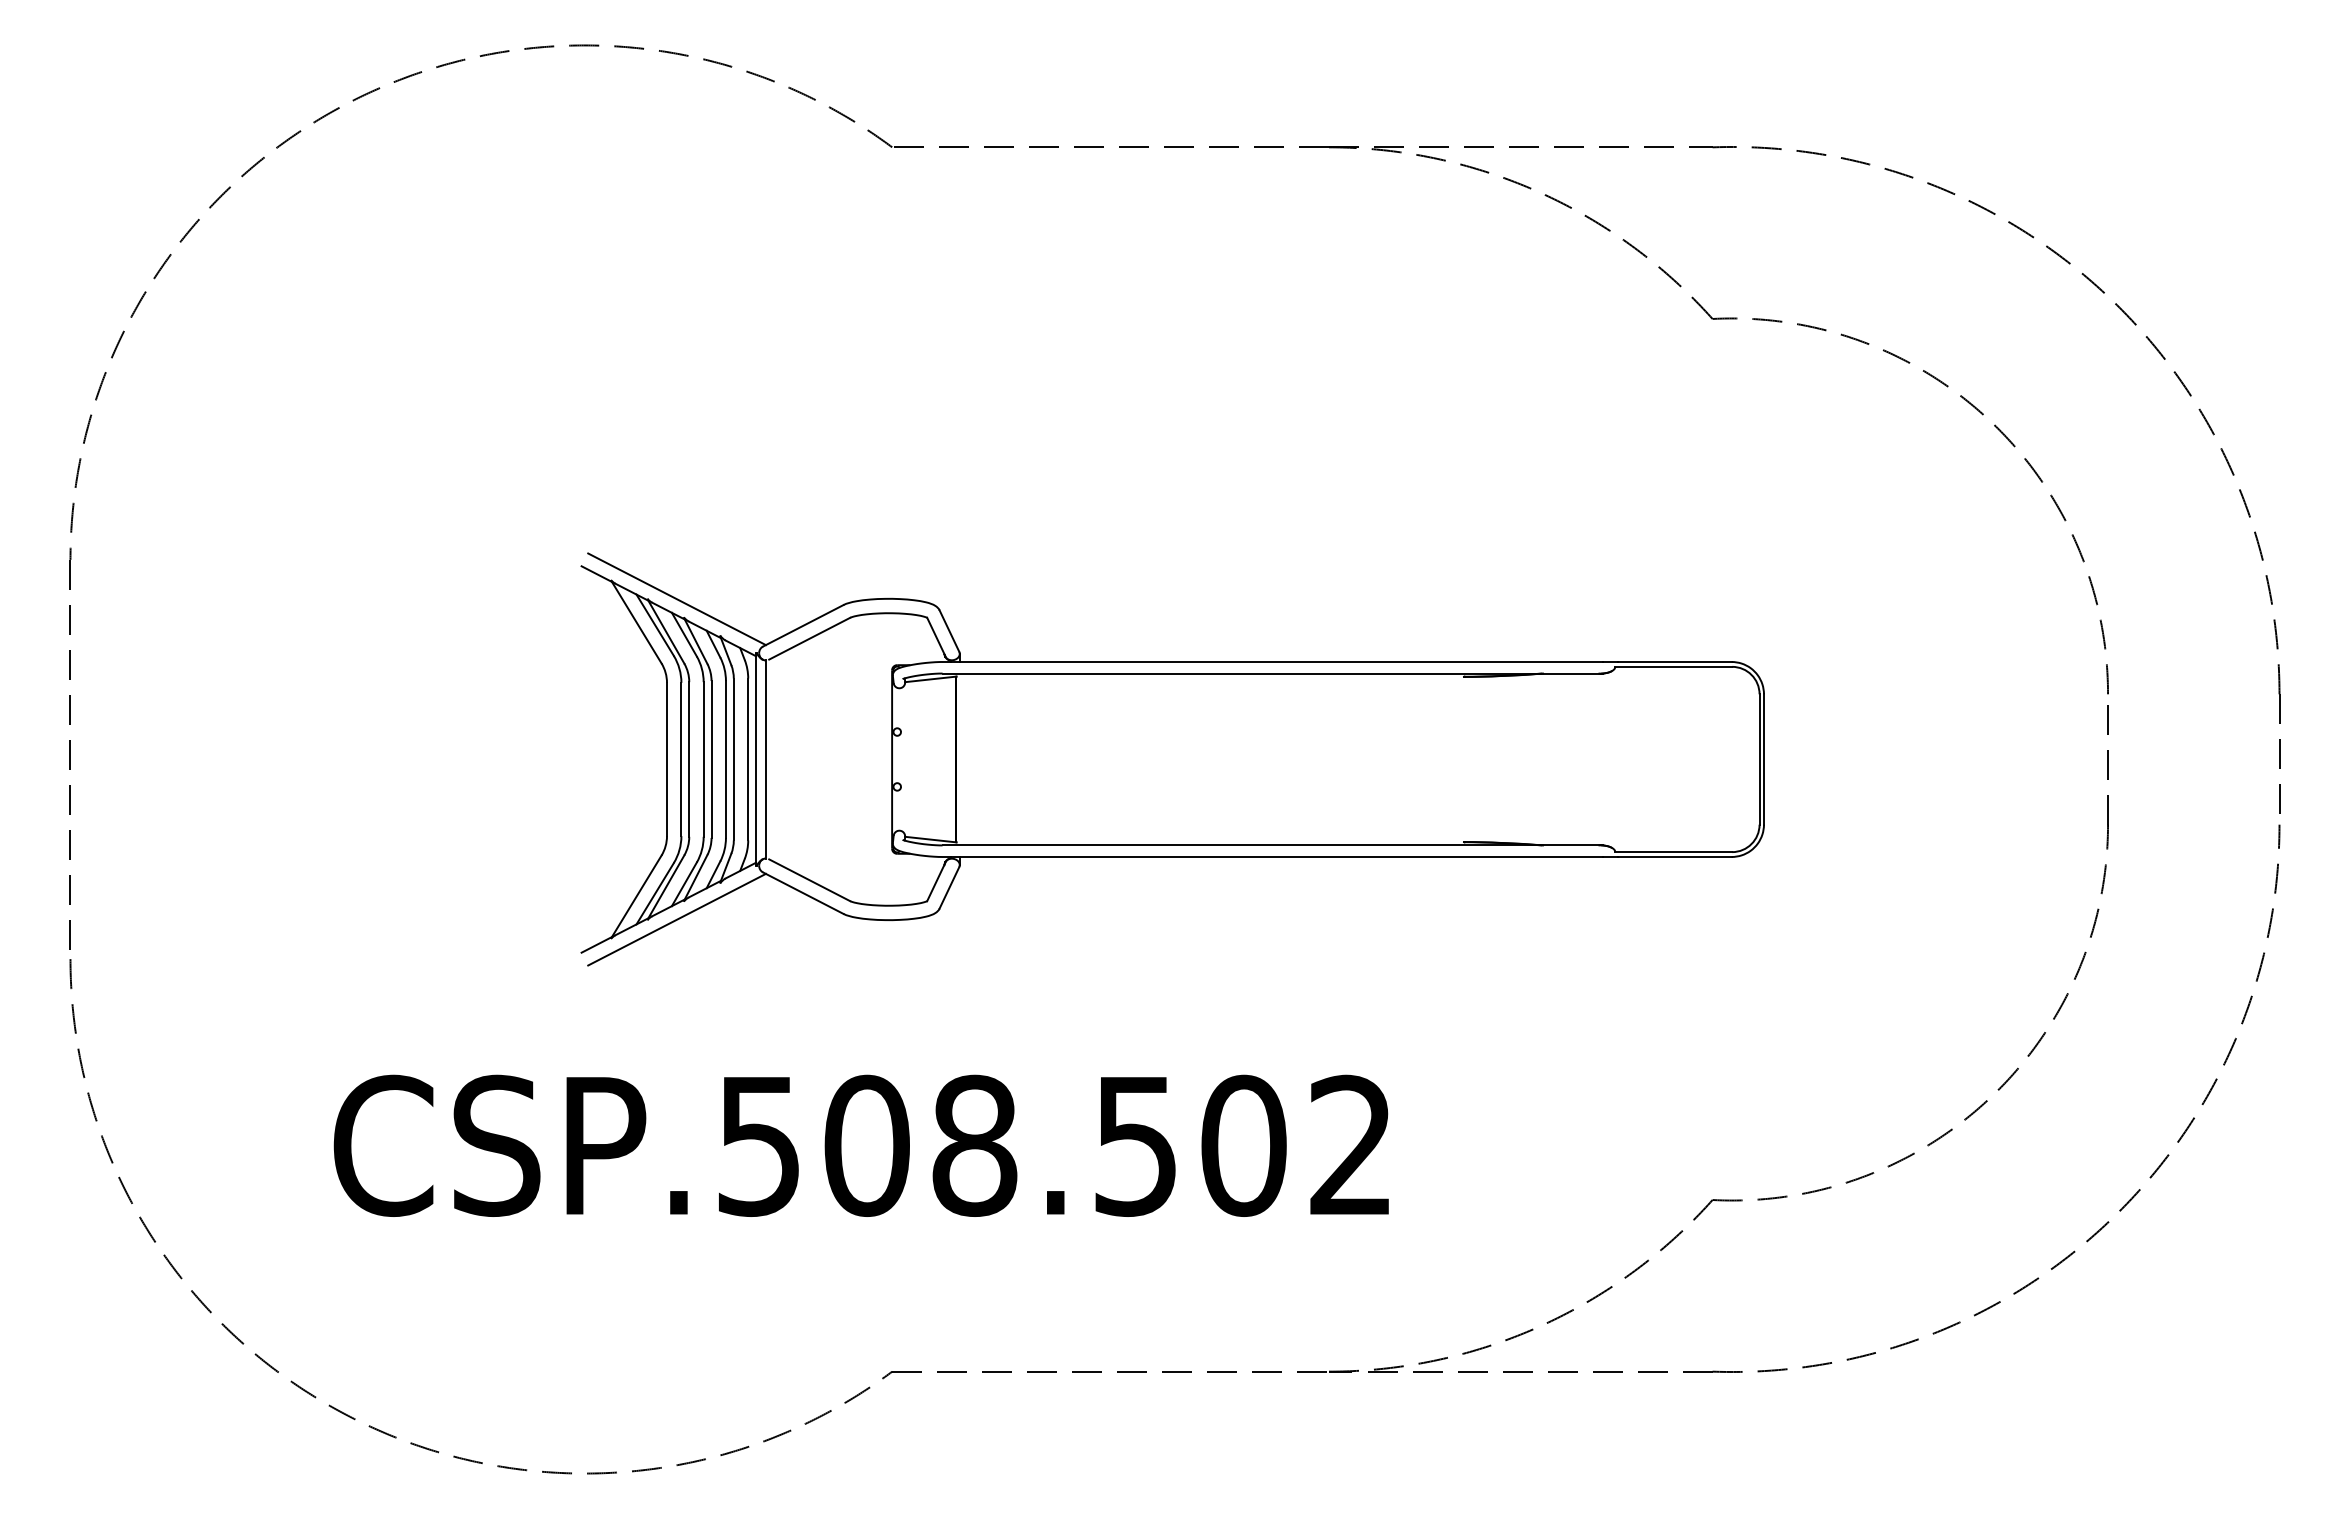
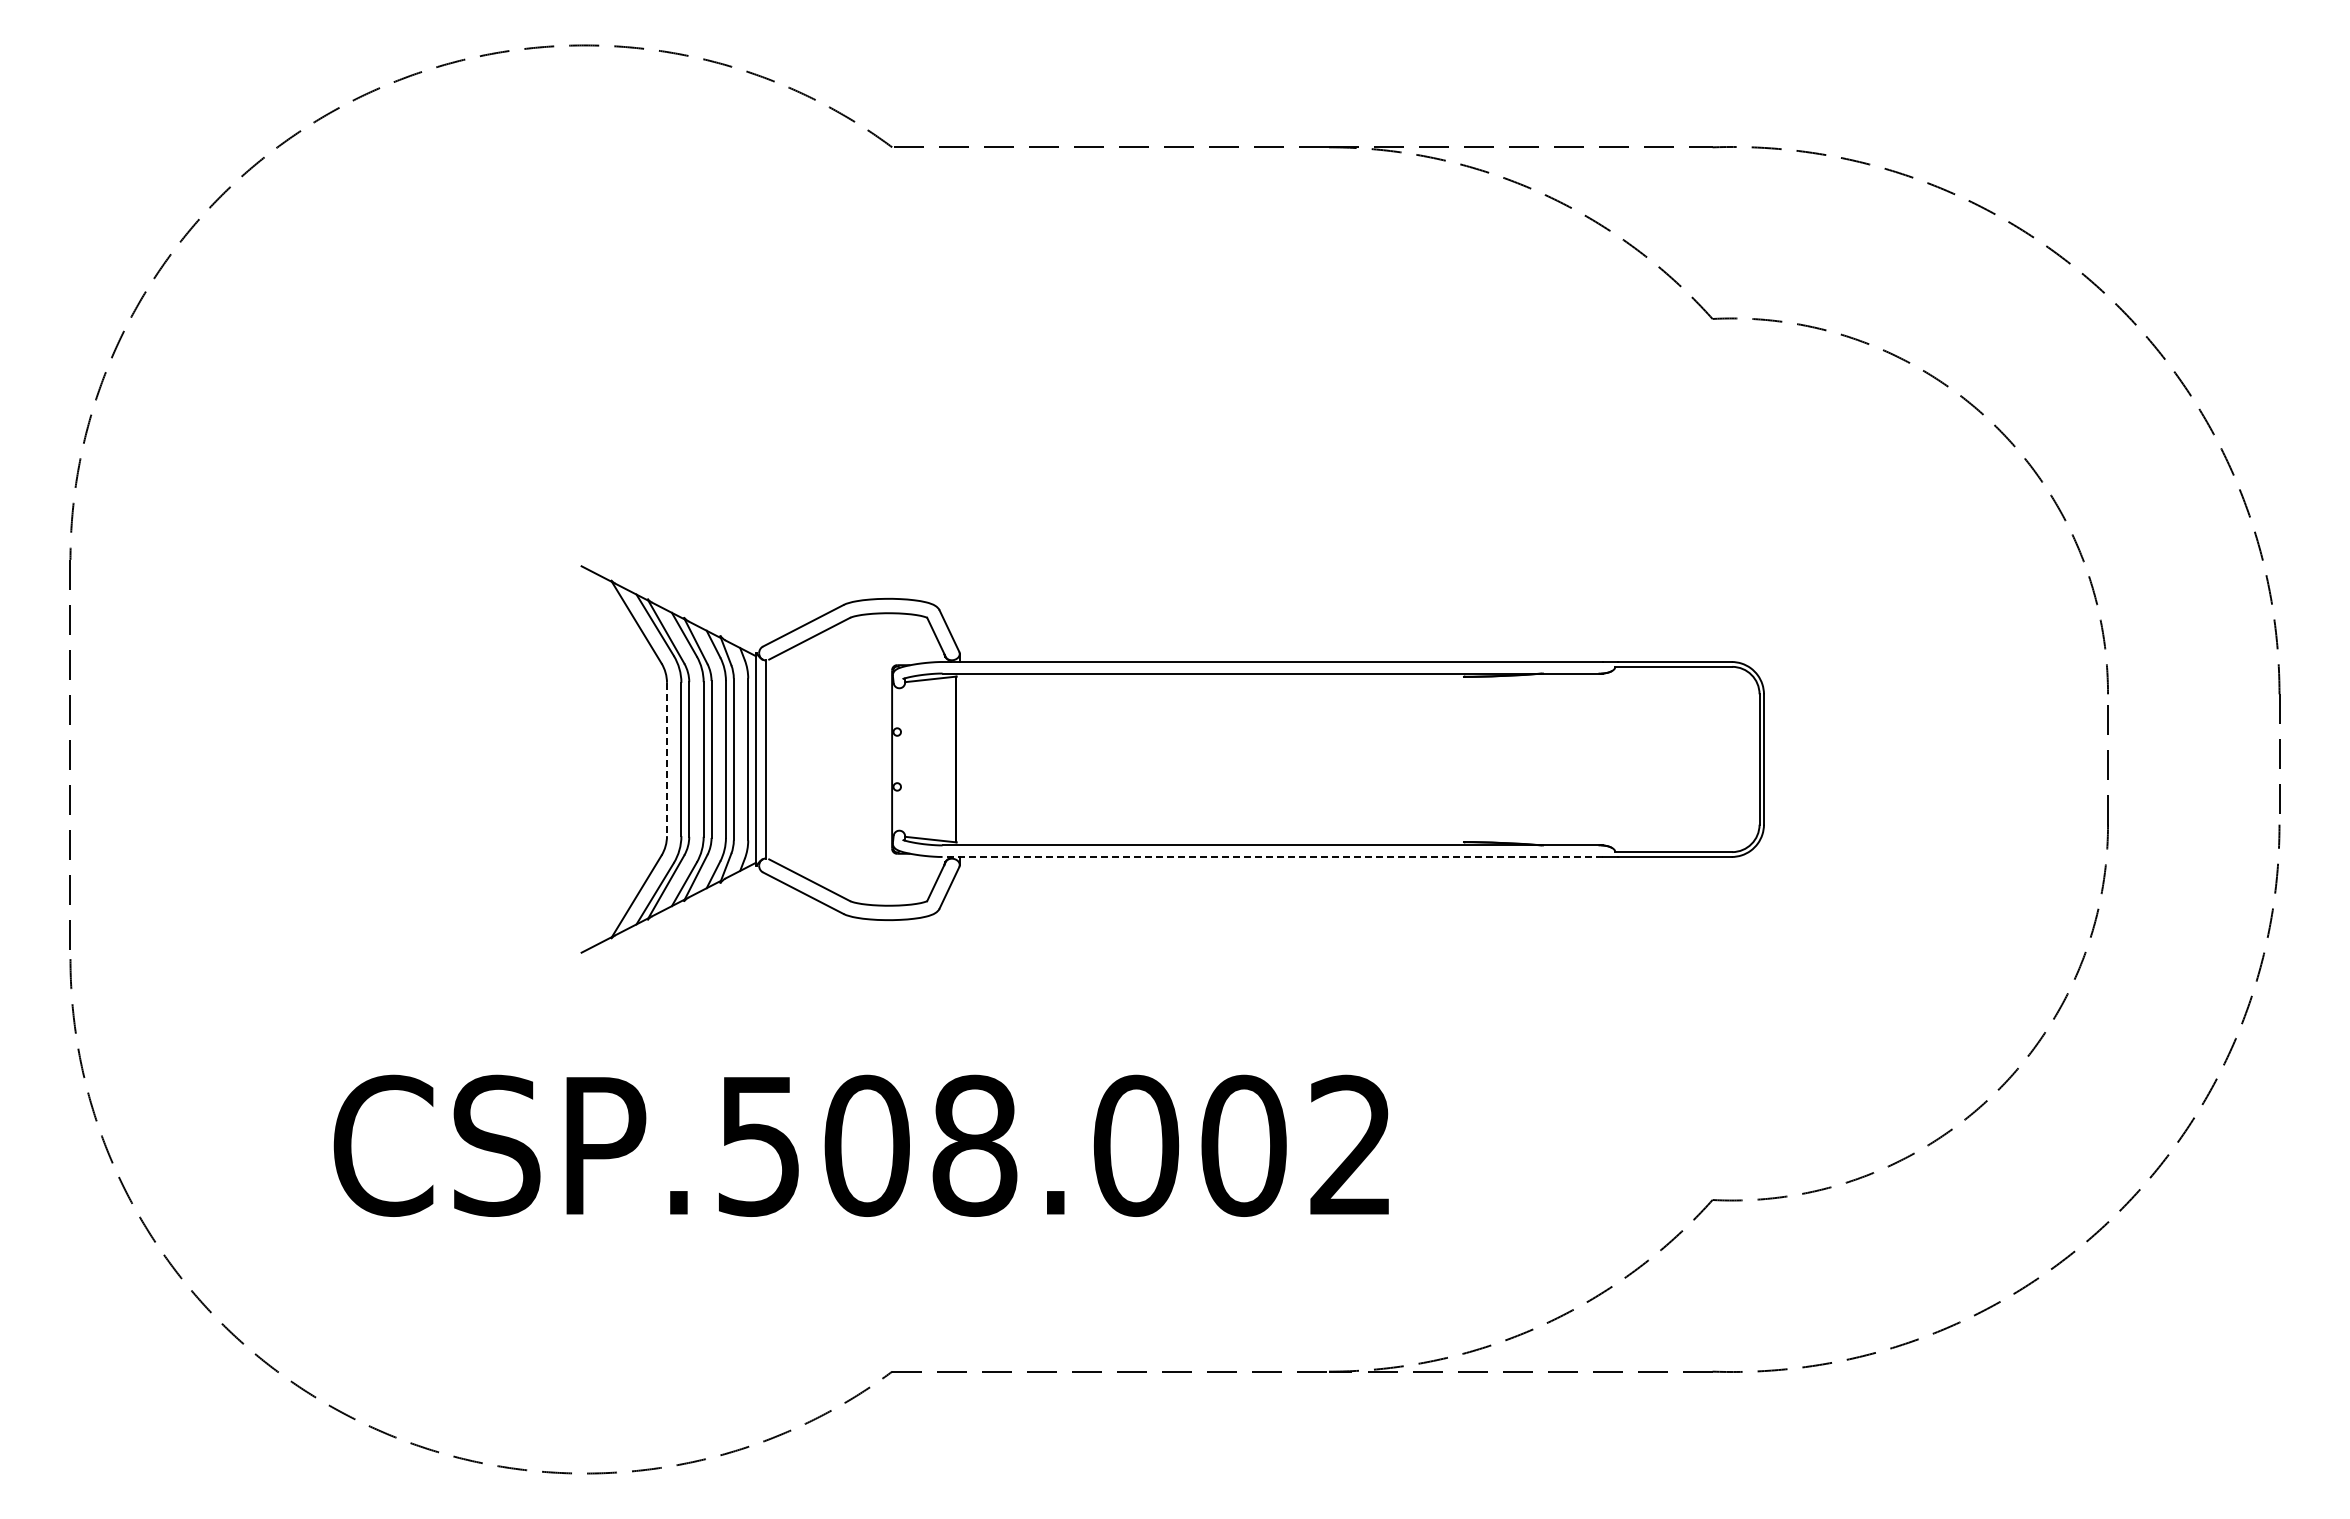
line at (676, 599): present -> none
line at (667, 759): solid -> dashed
line at (1272, 856): solid -> dashed
line at (676, 919): present -> none
text at (1136, 1145): CSP.508.502 -> CSP.508.002
